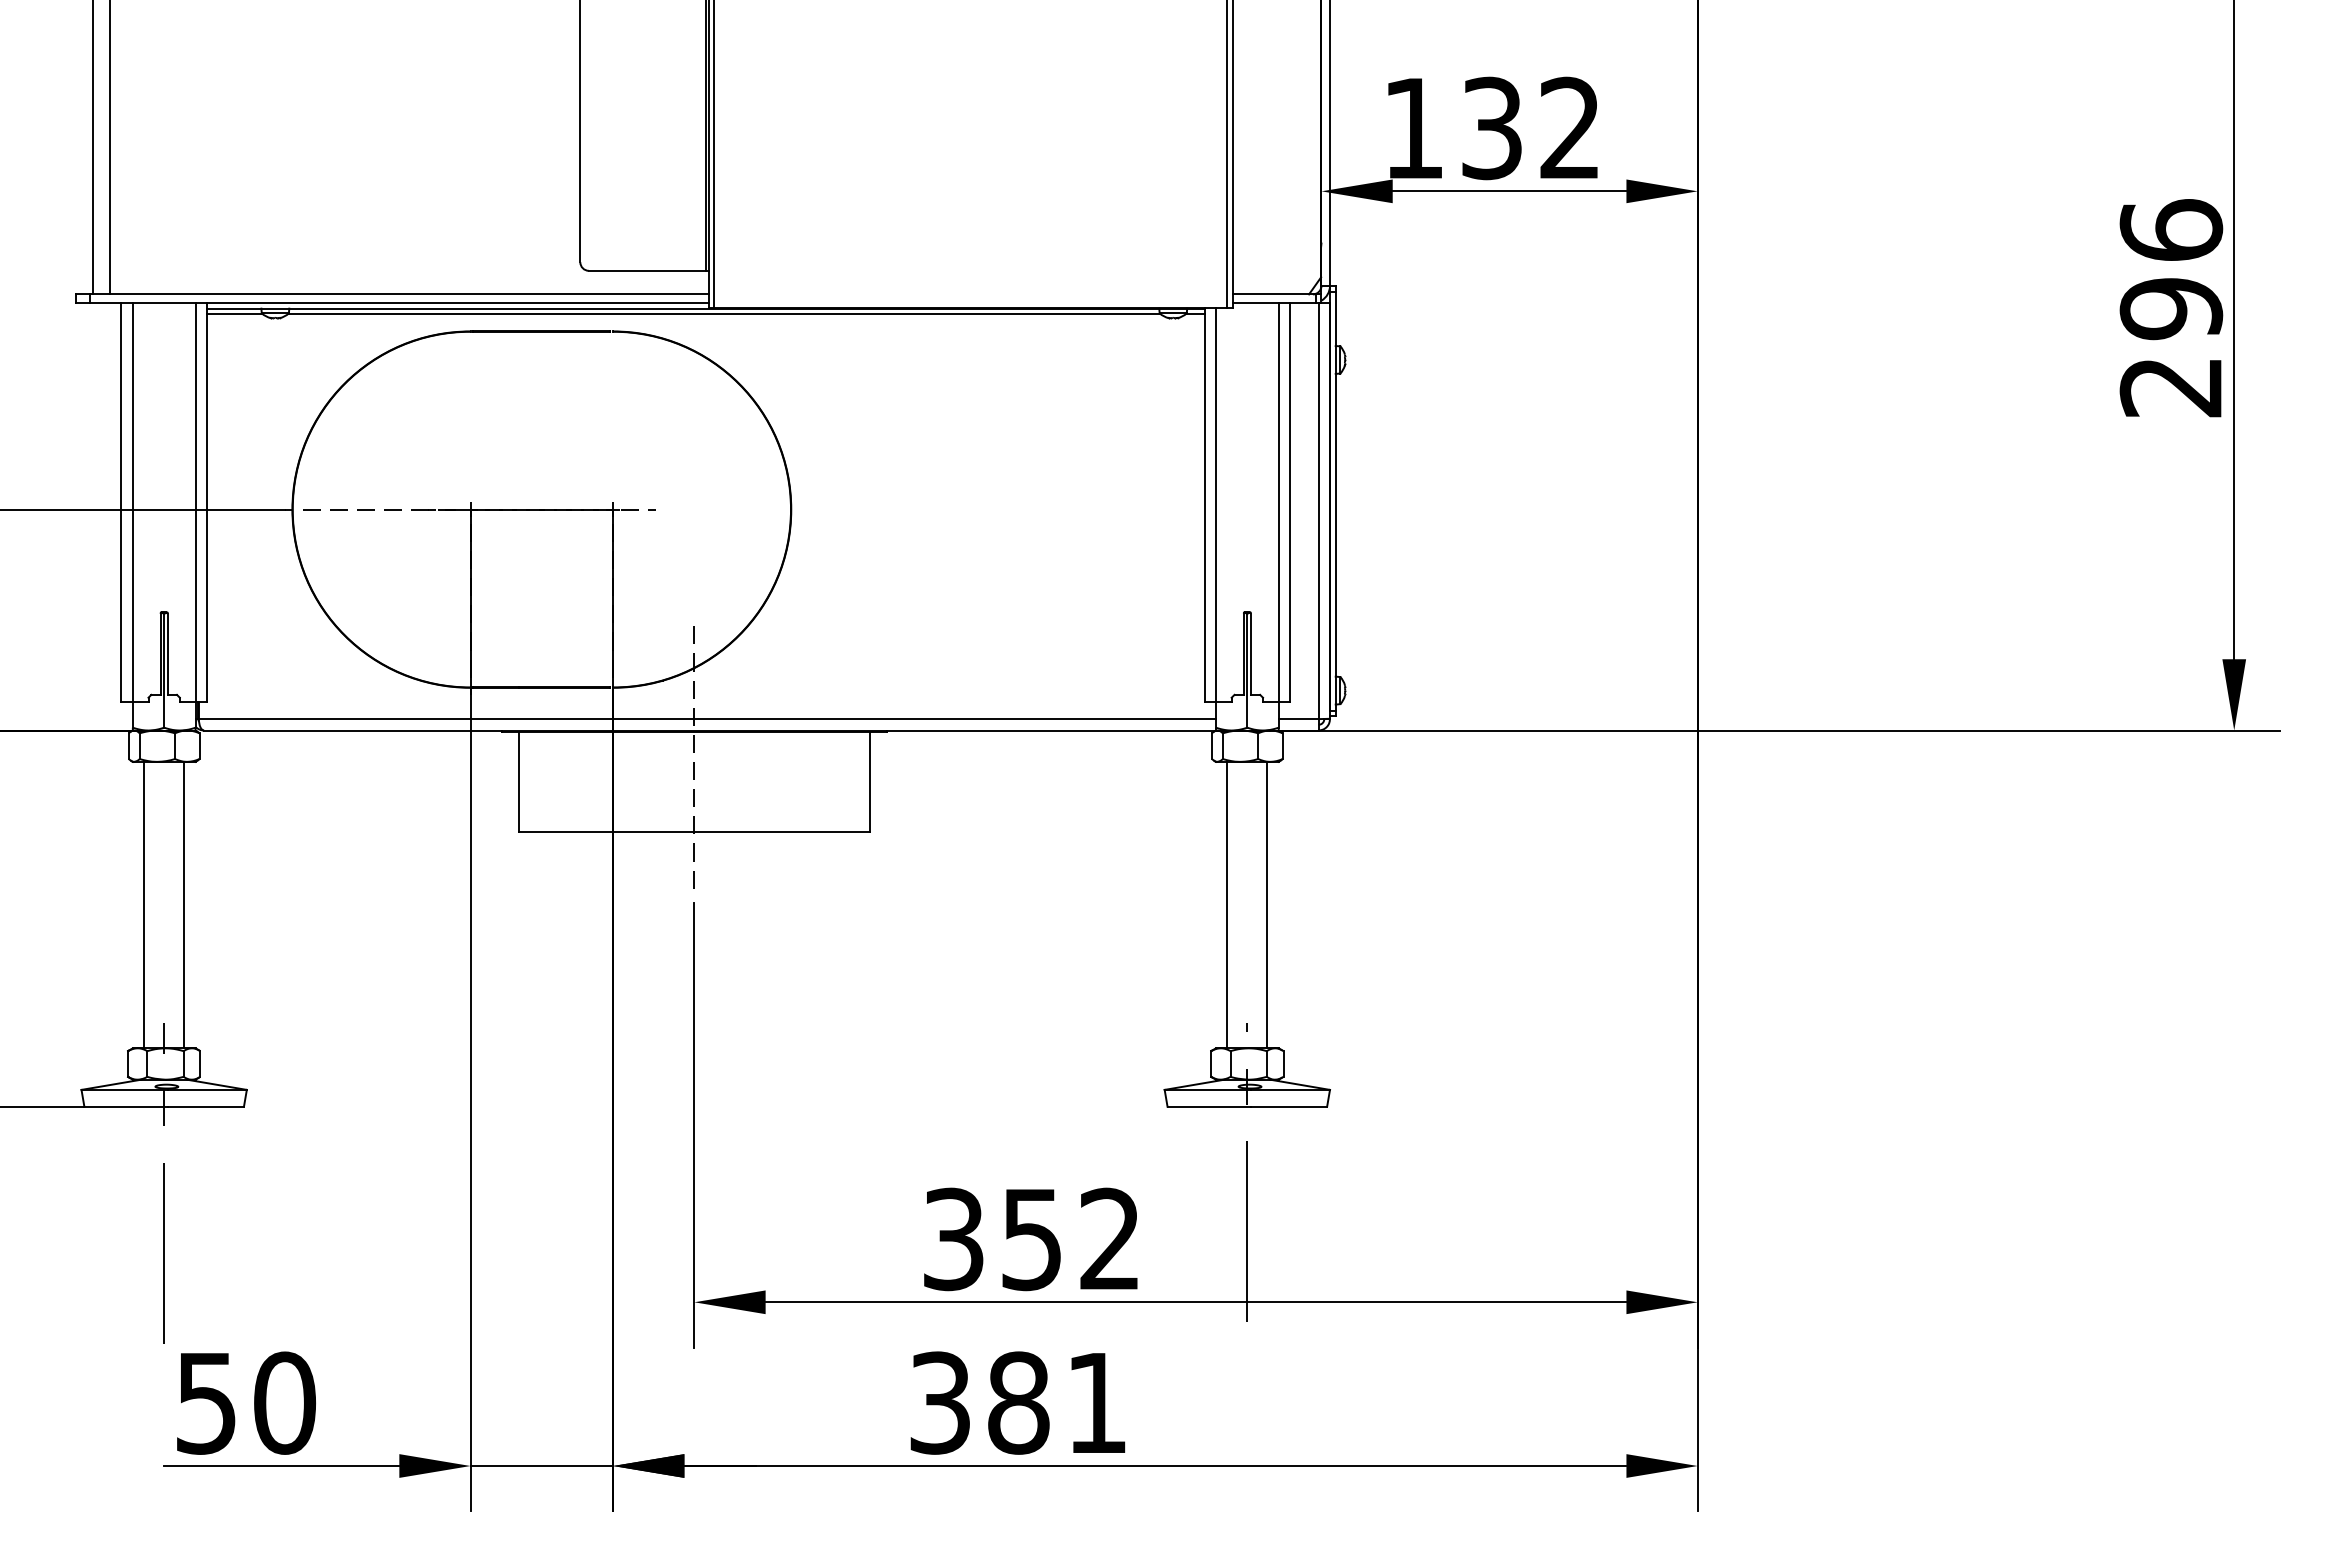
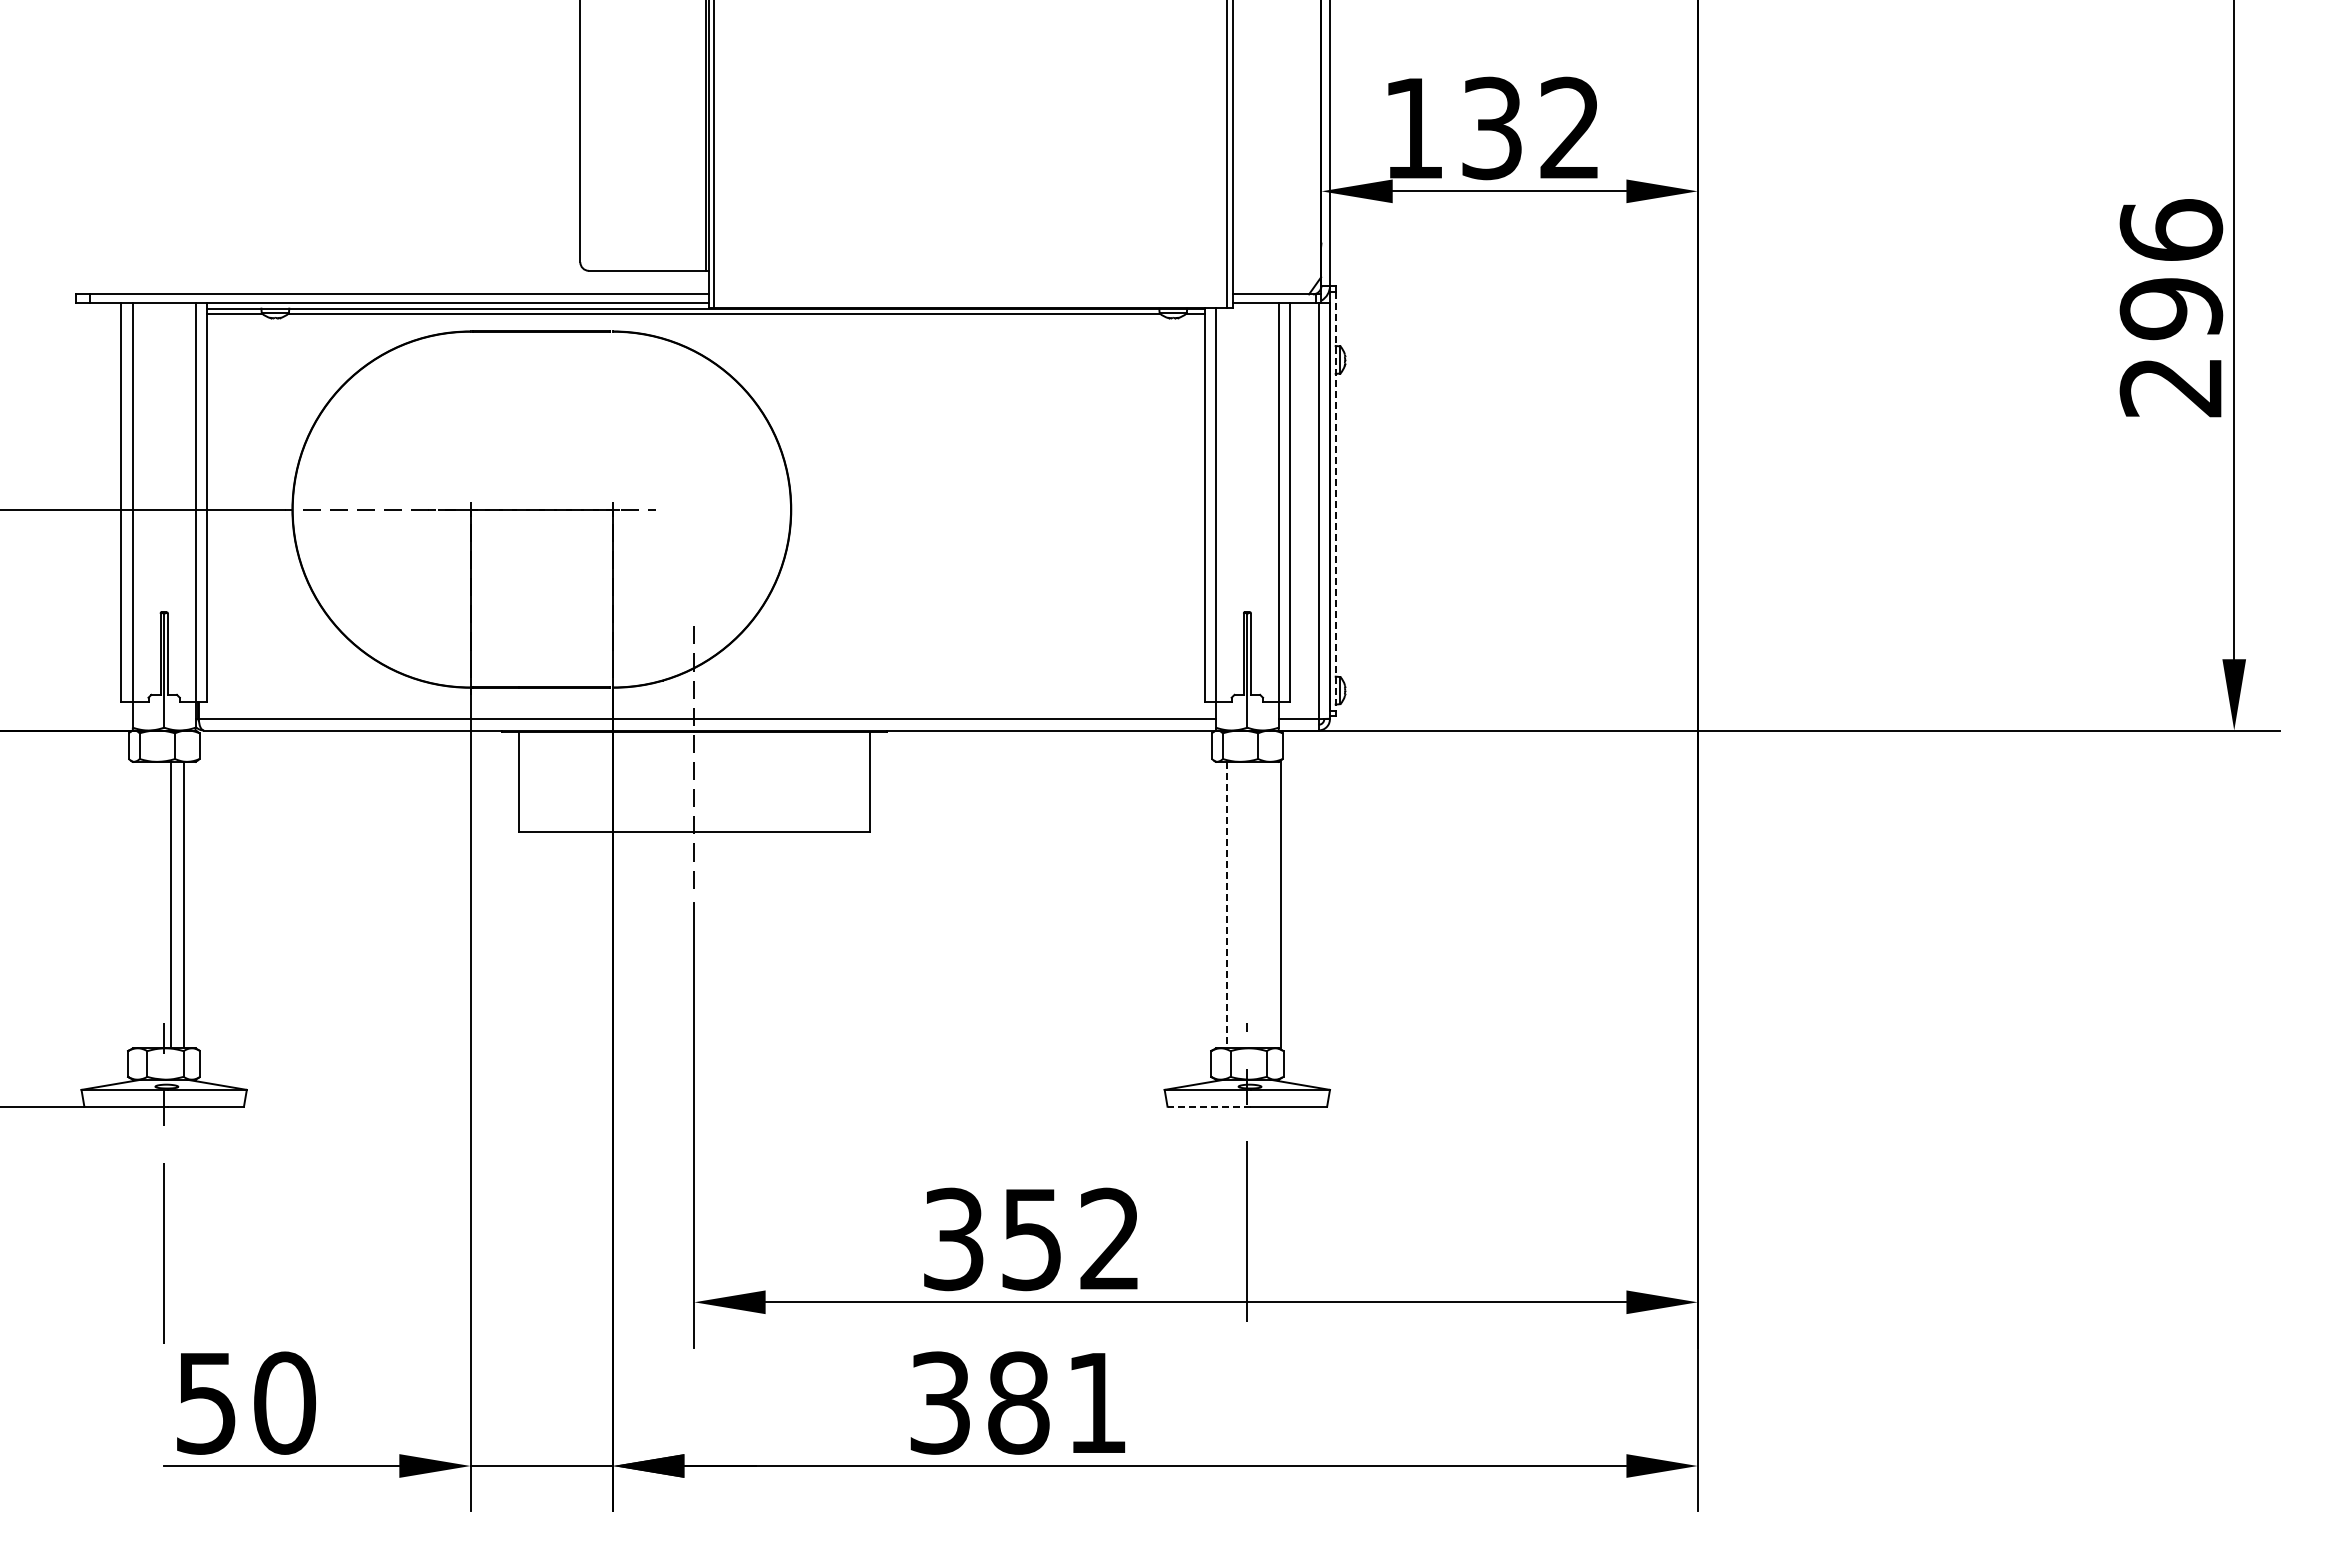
line at (92, 148): present -> none
line at (110, 148): present -> none
line at (1335, 501): solid -> dashed
line at (144, 904) position: (144, 904) -> (171, 904)
line at (1267, 904) position: (1267, 904) -> (1281, 904)
line at (1227, 905): solid -> dashed
line at (1209, 1106): solid -> dashed
